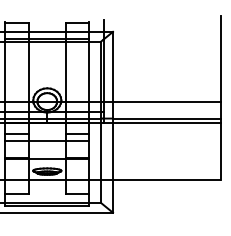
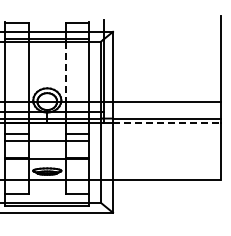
line at (66, 72): solid -> dashed
line at (166, 123): solid -> dashed
